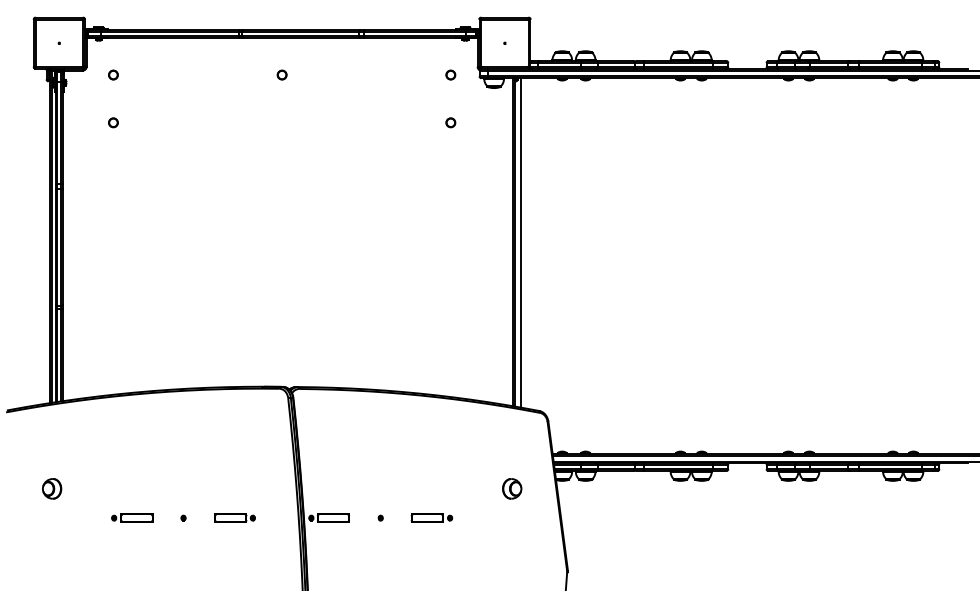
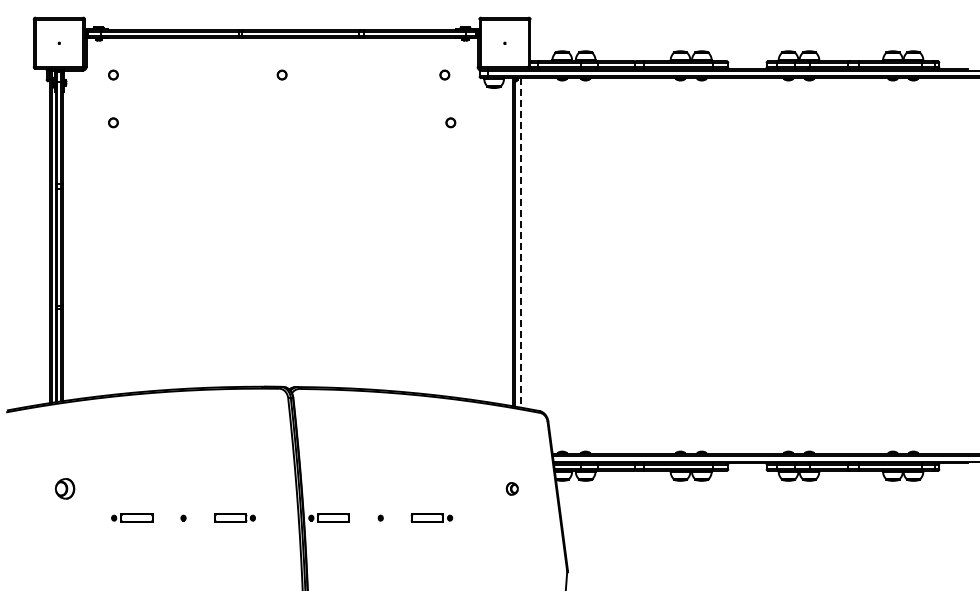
part at (450, 74) position: (450, 74) -> (444, 74)
line at (521, 242): solid -> dashed
part at (52, 488) position: (52, 488) -> (65, 488)
part at (512, 488) size: 21x22 px -> 14x14 px
